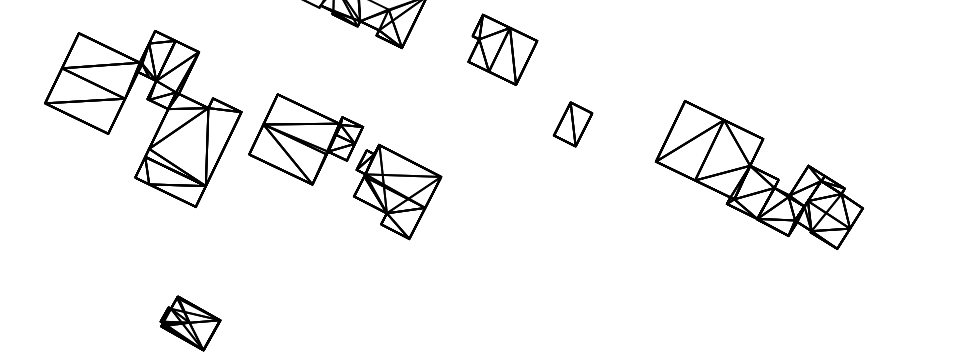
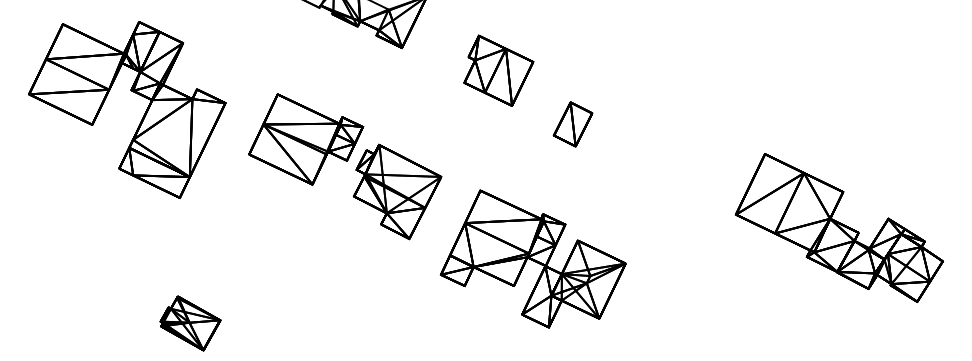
part at (502, 49) position: (502, 49) -> (498, 70)
part at (158, 126) position: (158, 126) -> (142, 117)
part at (759, 174) position: (759, 174) -> (839, 227)
part at (532, 258): none -> present
